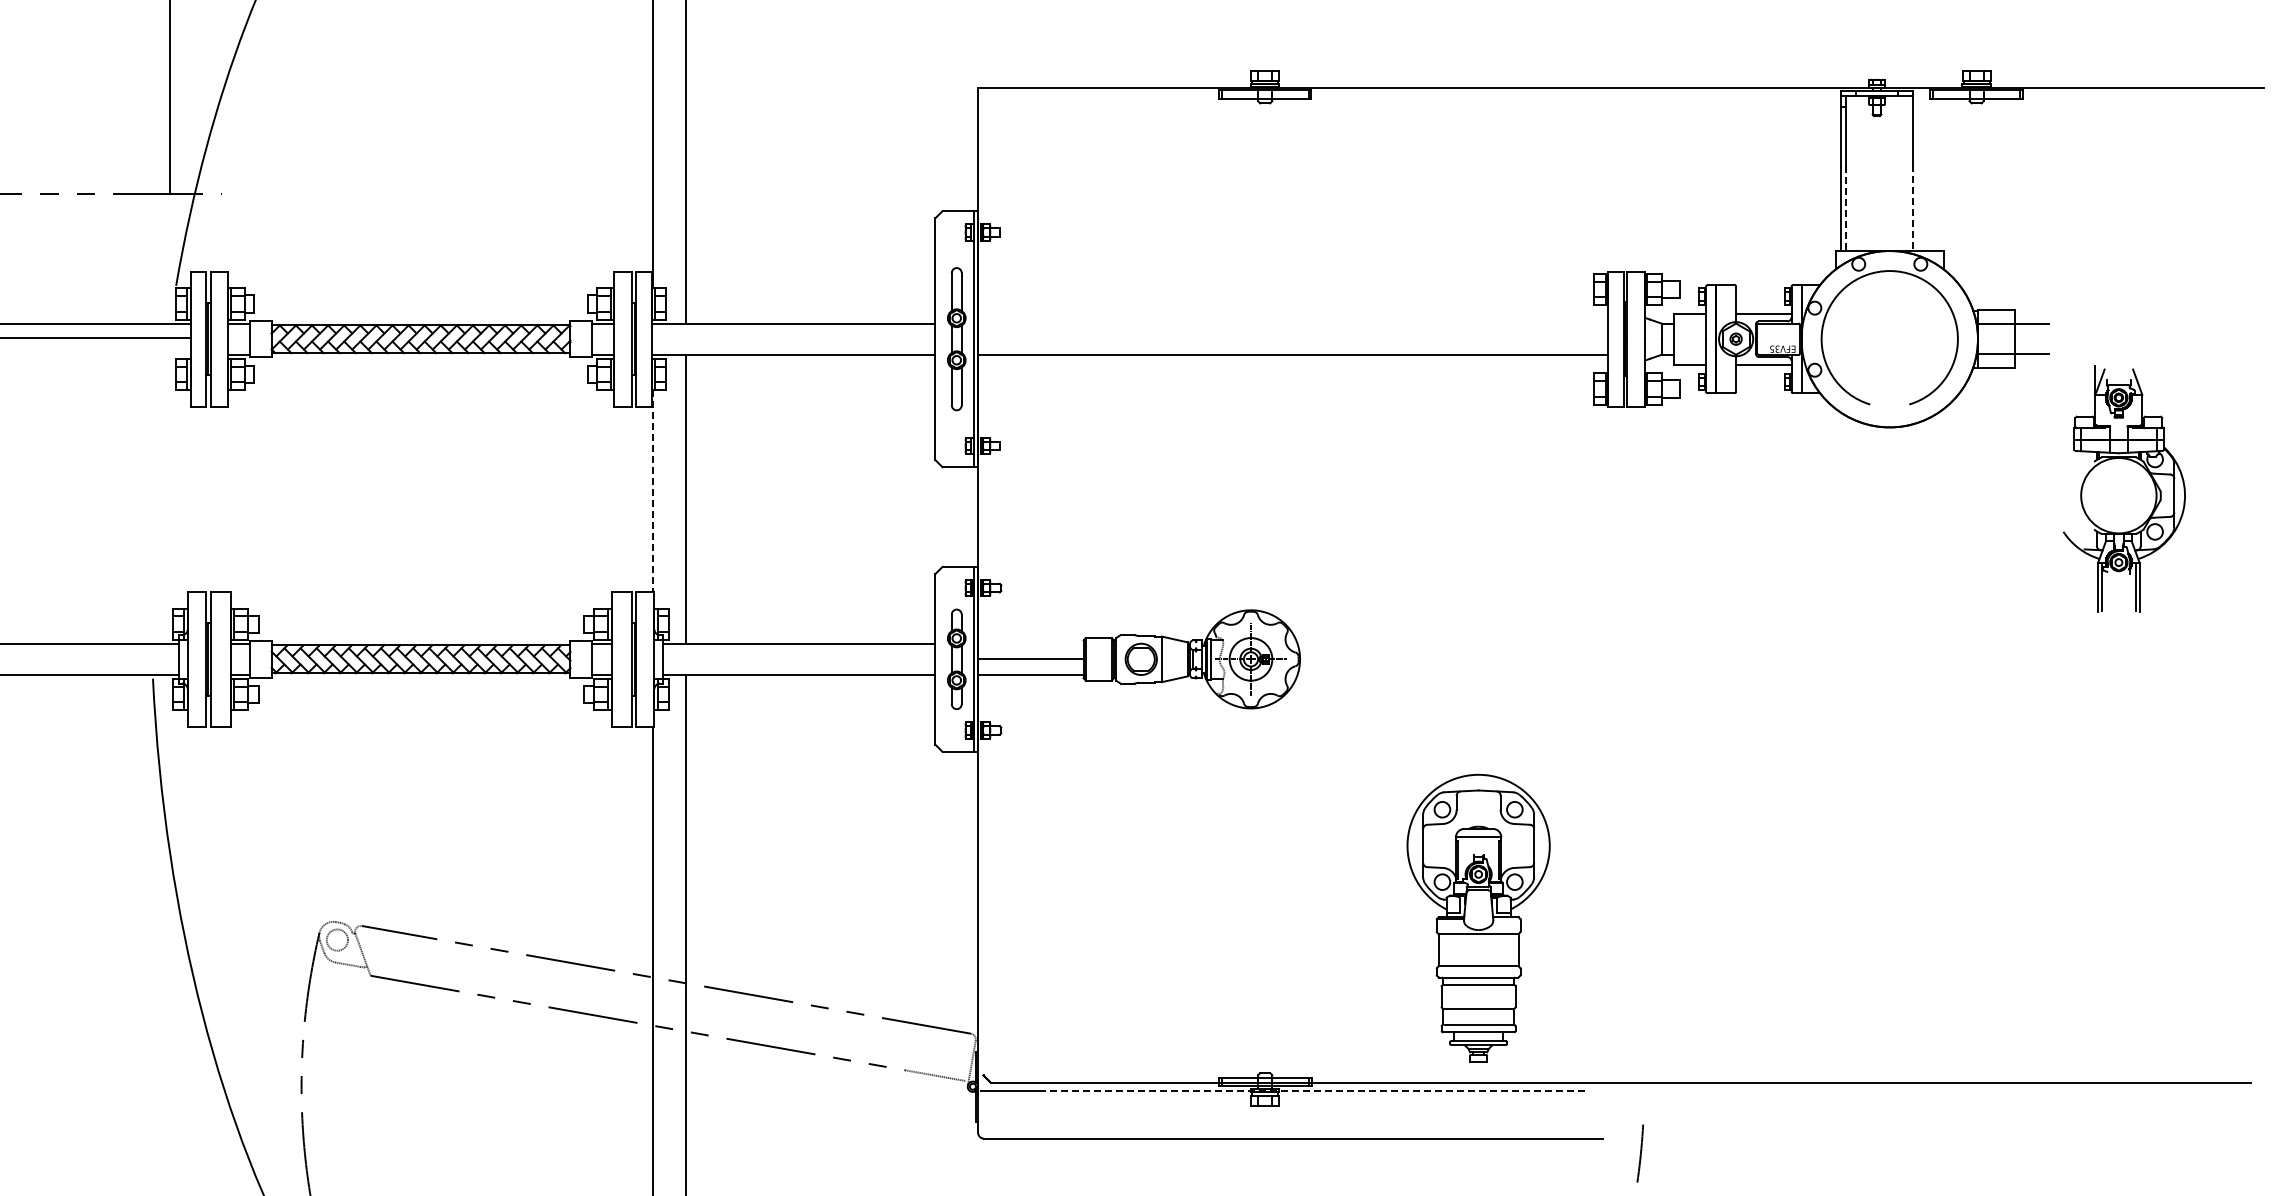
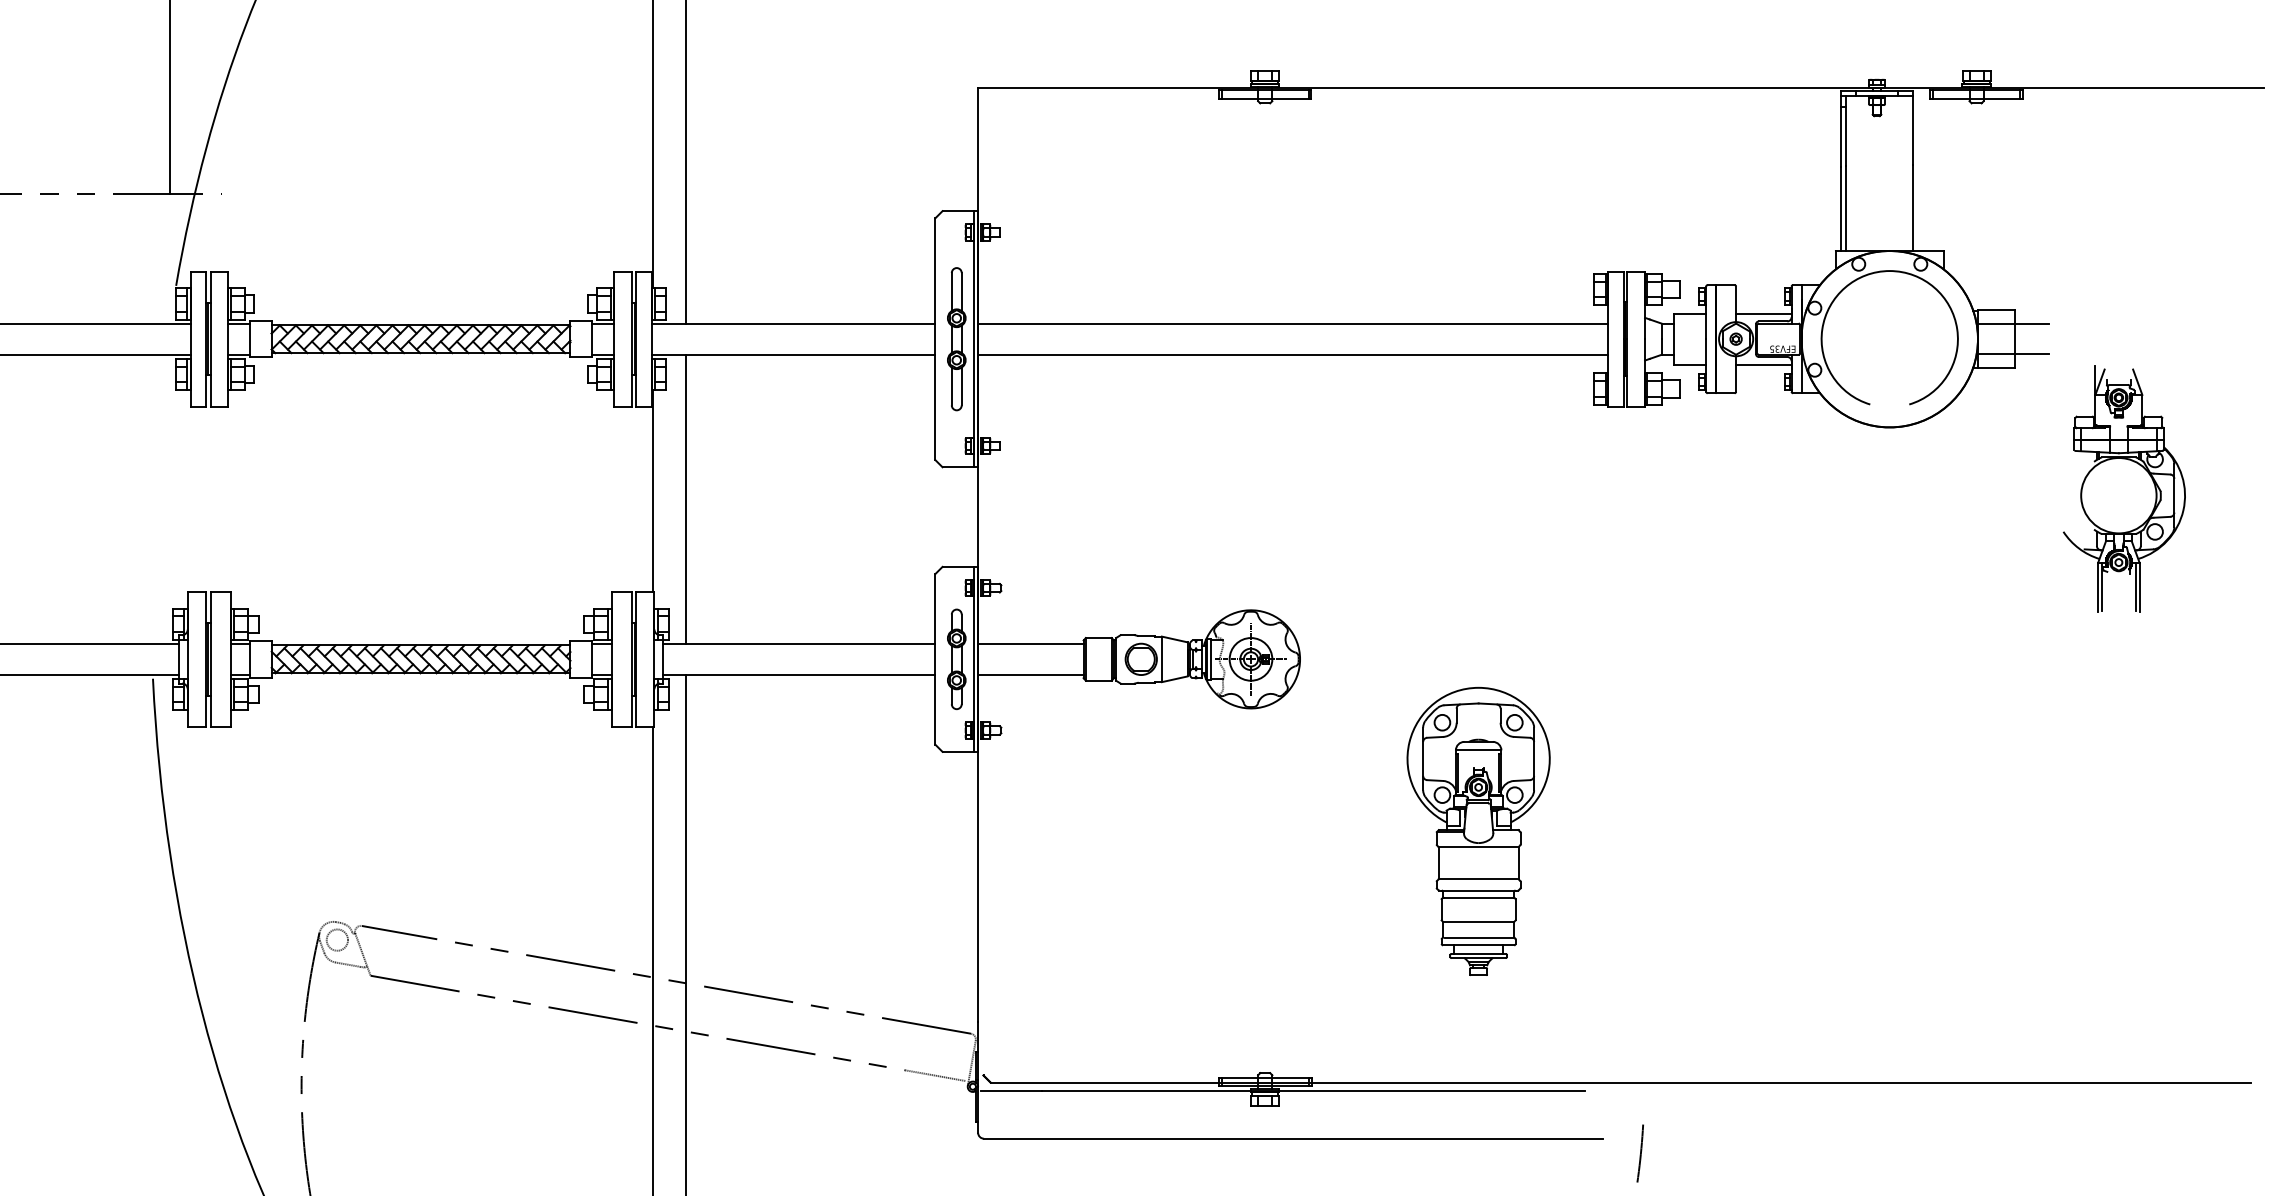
line at (1846, 208): dashed -> solid
line at (1912, 208): dashed -> solid
line at (1293, 323): none -> present
line at (96, 337) position: (96, 337) -> (96, 354)
line at (653, 490): dashed -> solid
line at (1030, 658) position: (1030, 658) -> (1030, 643)
part at (1478, 917) position: (1478, 917) -> (1478, 830)
line at (1313, 1091): dashed -> solid
